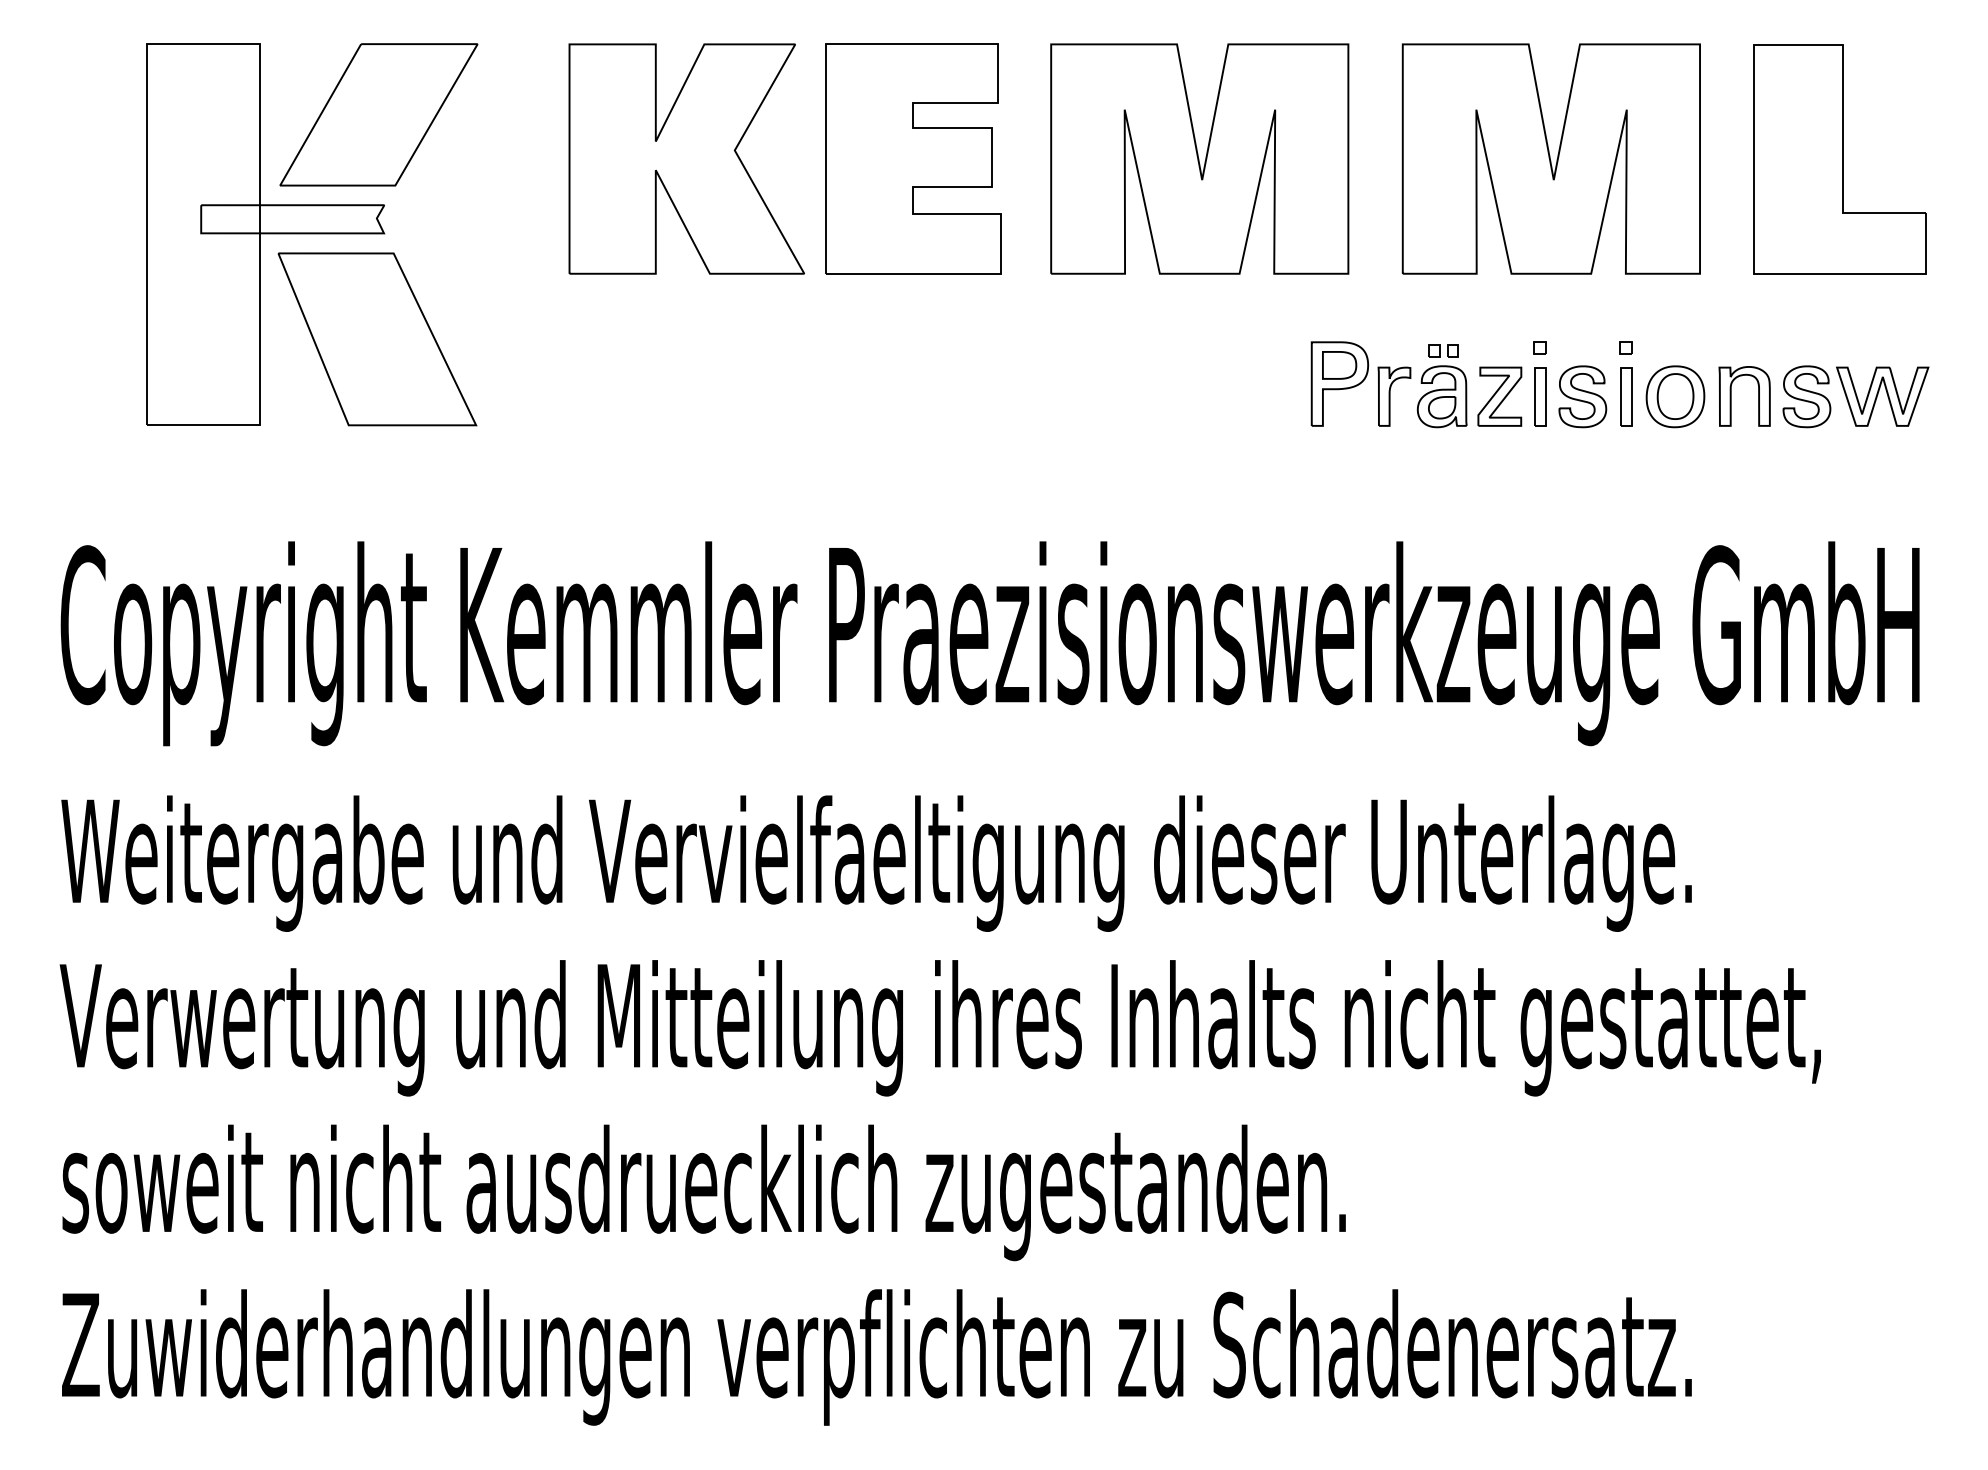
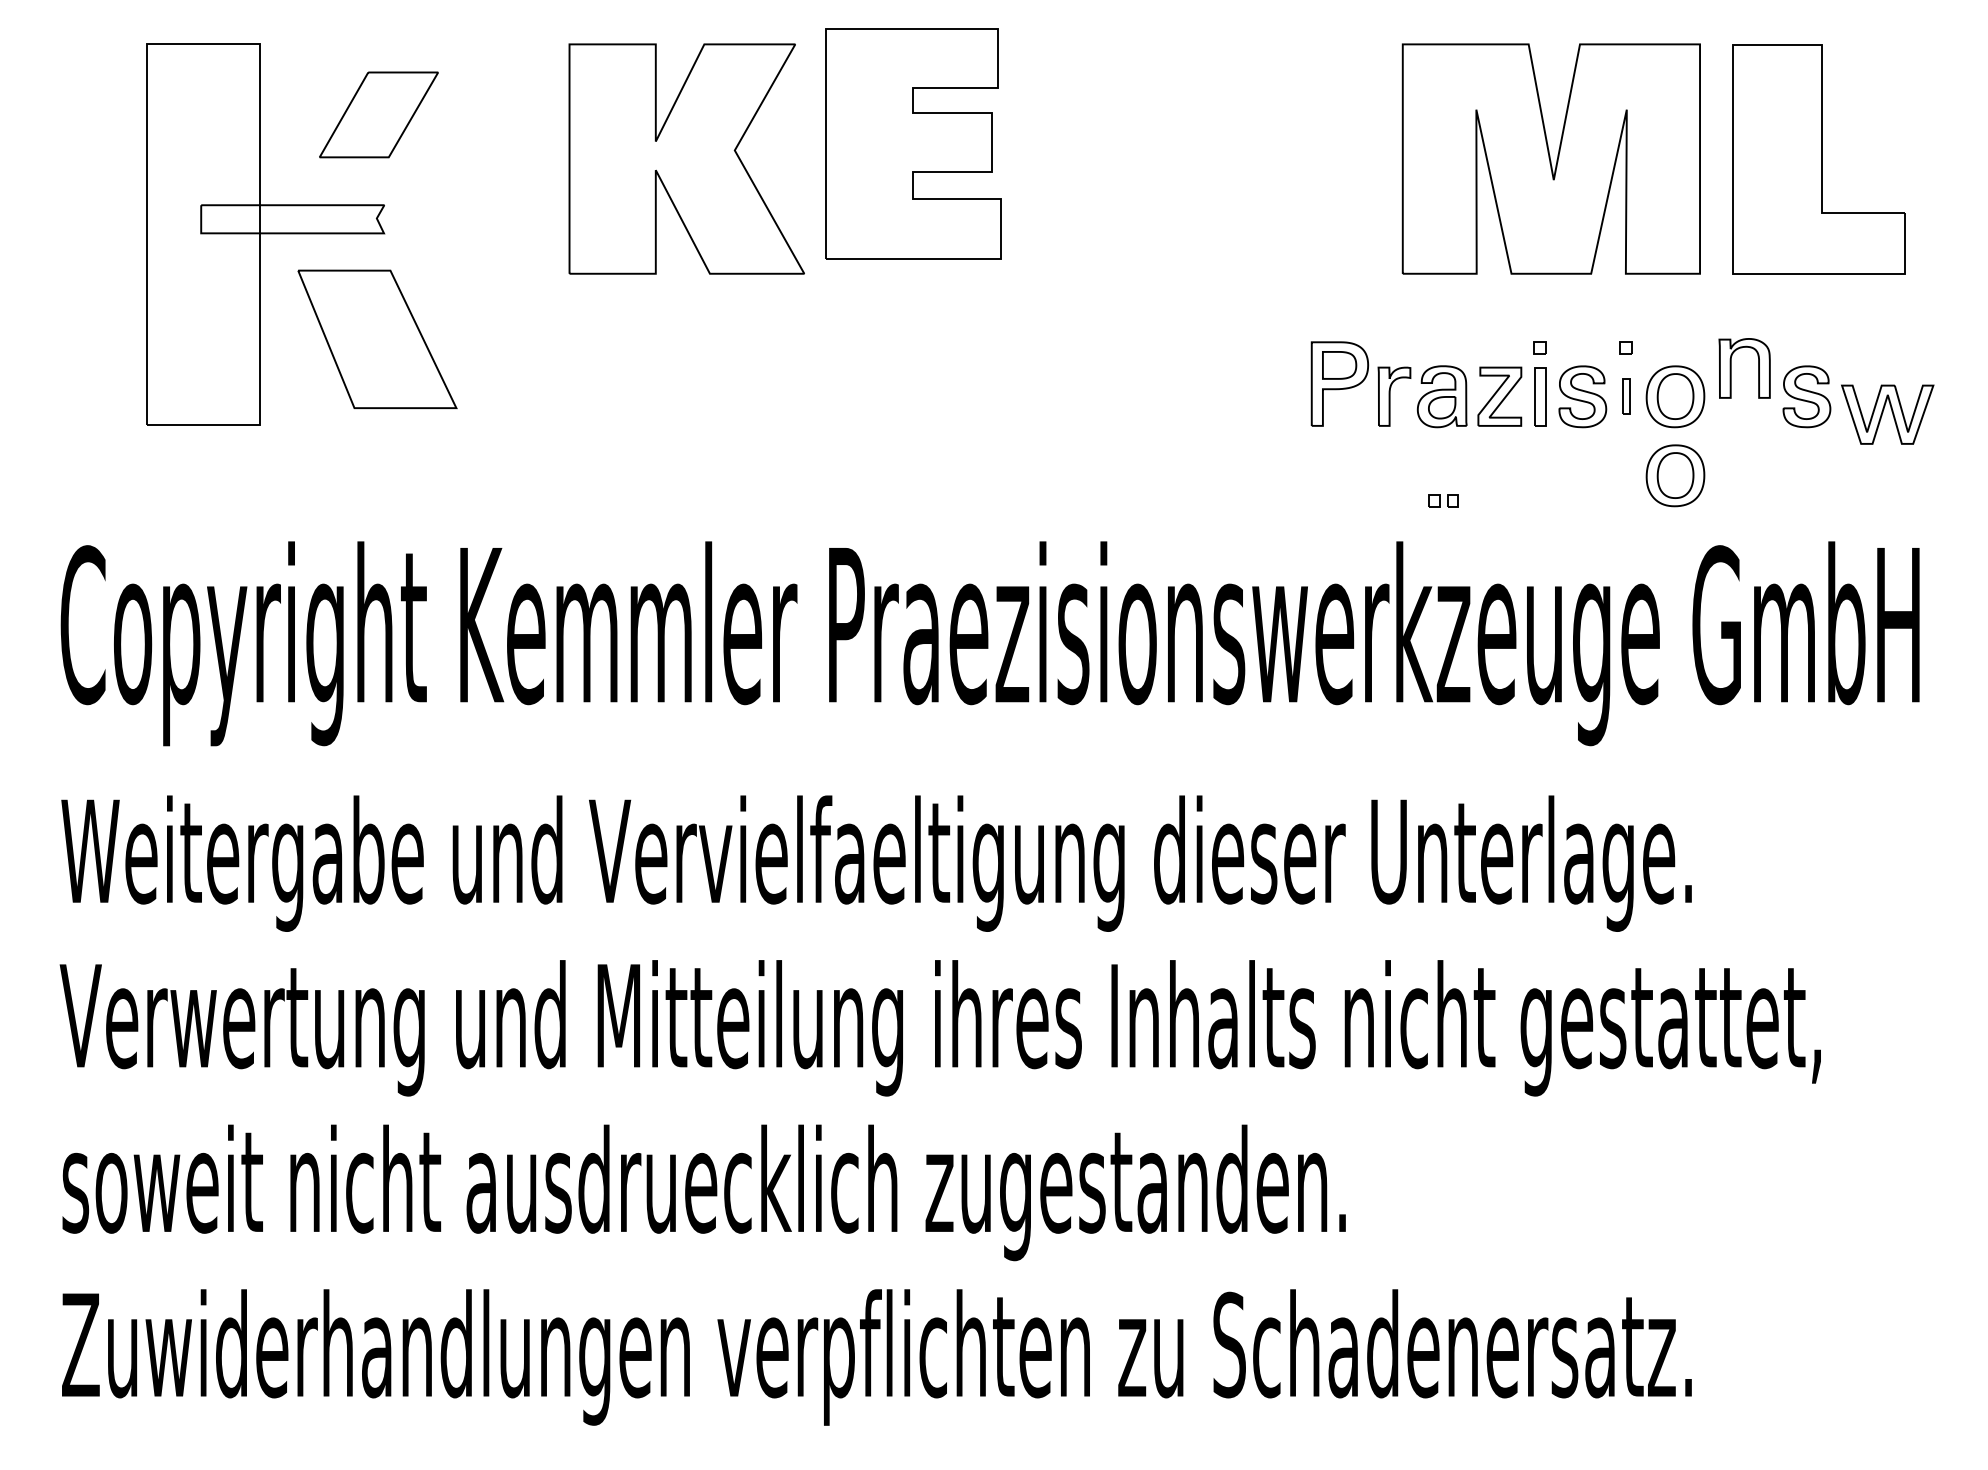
part at (378, 114) size: 200x144 px -> 120x88 px
part at (913, 158) position: (913, 158) -> (913, 143)
part at (1199, 158): present -> none
part at (1839, 159) position: (1839, 159) -> (1818, 159)
part at (377, 339) size: 201x175 px -> 161x140 px
part at (1443, 350) position: (1443, 350) -> (1443, 500)
part at (1626, 396) size: 13x60 px -> 9x37 px
part at (1731, 396) position: (1731, 396) -> (1731, 368)
part at (1882, 396) position: (1882, 396) -> (1887, 414)
part at (1675, 475): none -> present
